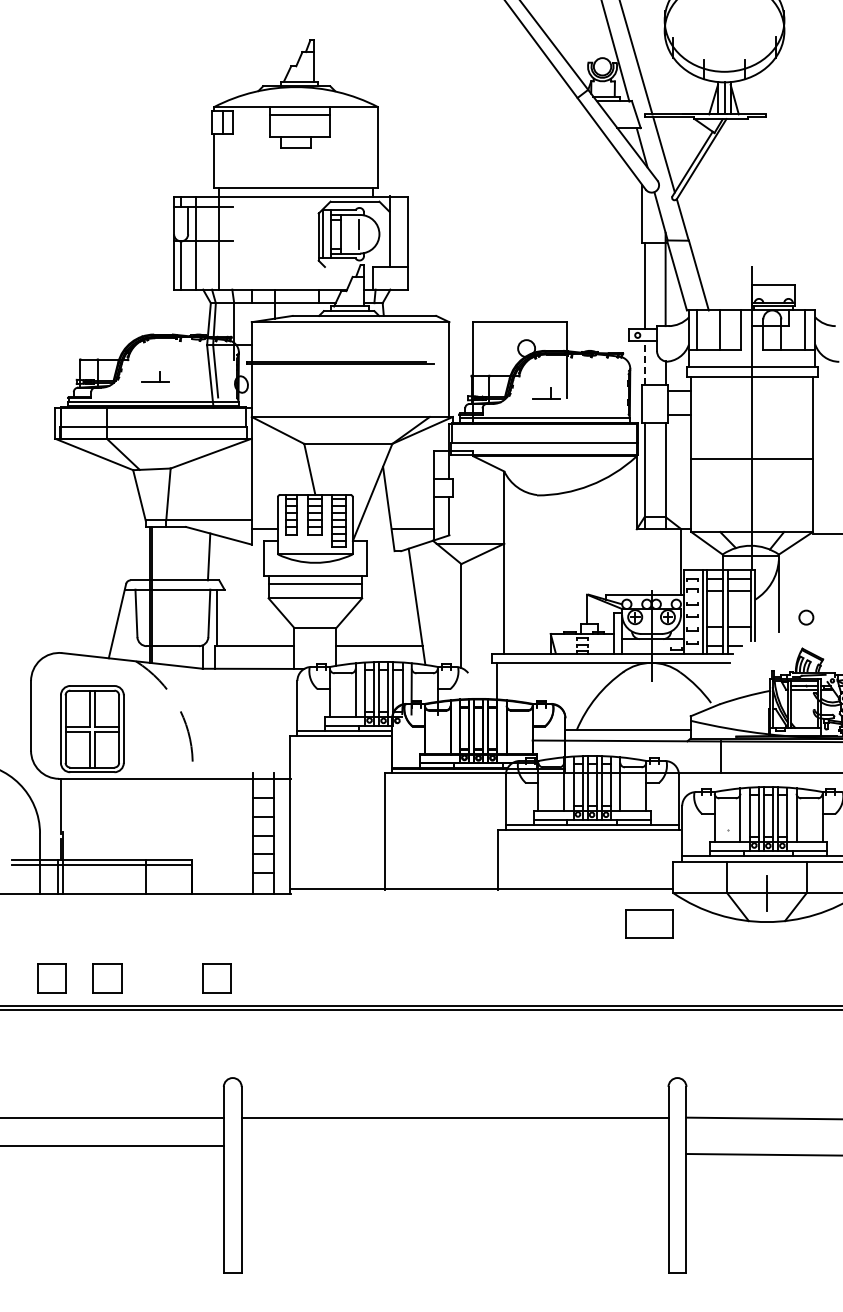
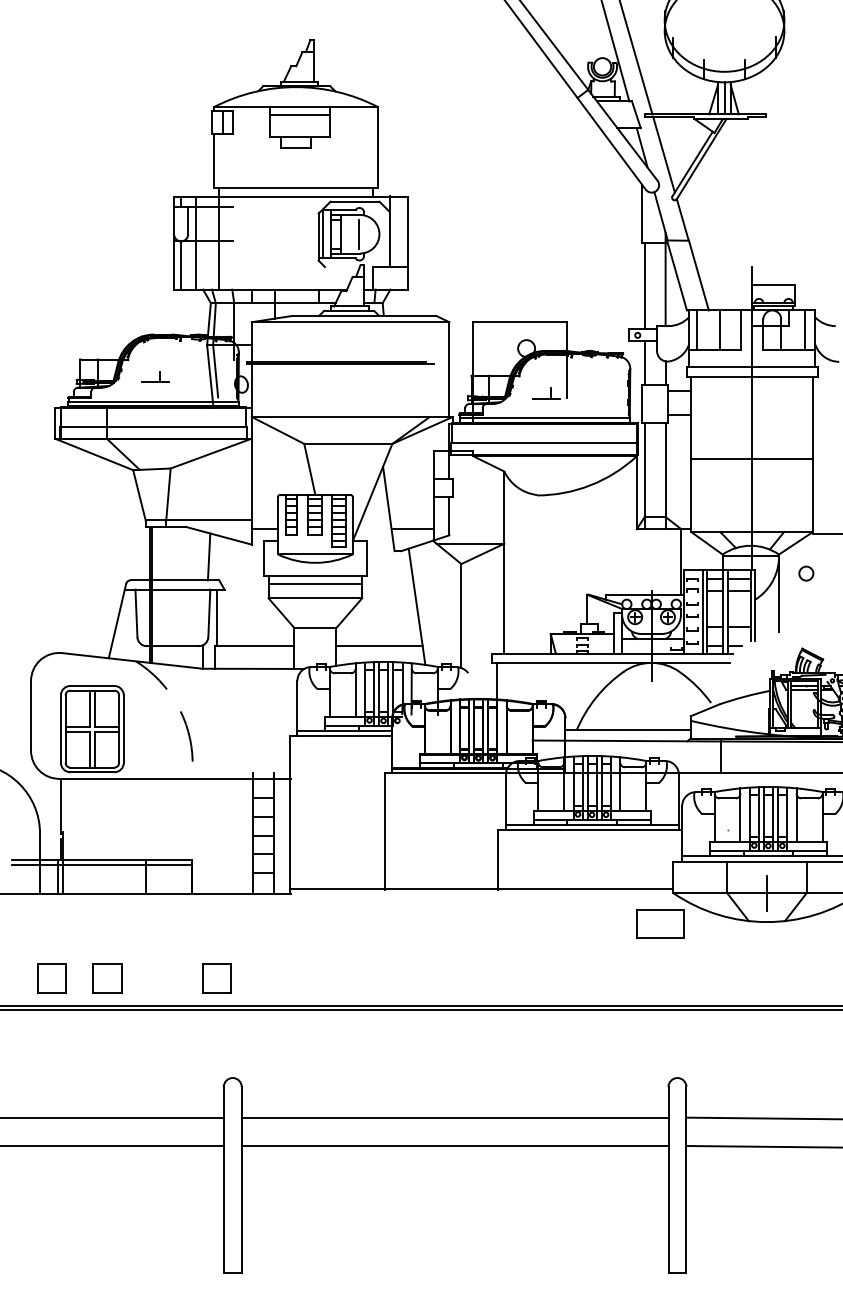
line at (644, 362): dashed -> solid
circle at (806, 617) position: (806, 617) -> (806, 573)
part at (649, 923) position: (649, 923) -> (660, 923)
line at (454, 1146): none -> present
line at (762, 1154) position: (762, 1154) -> (762, 1146)
